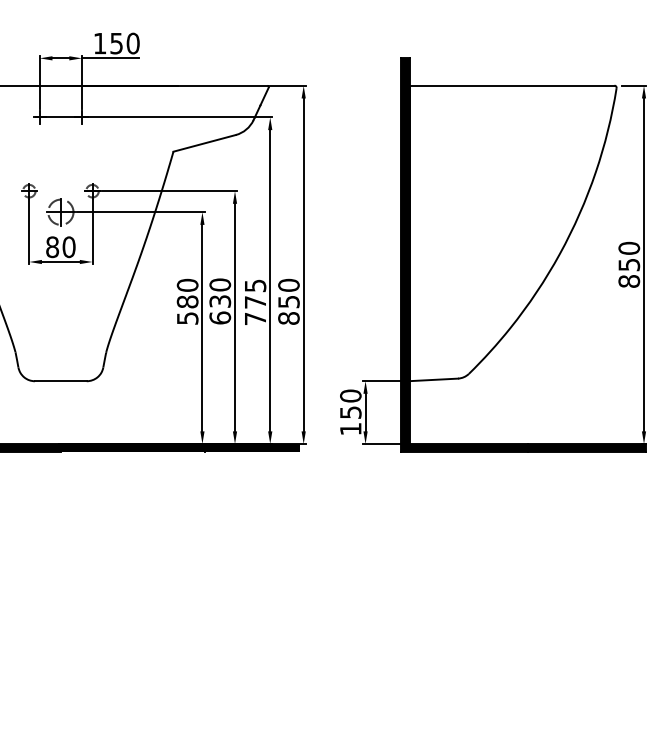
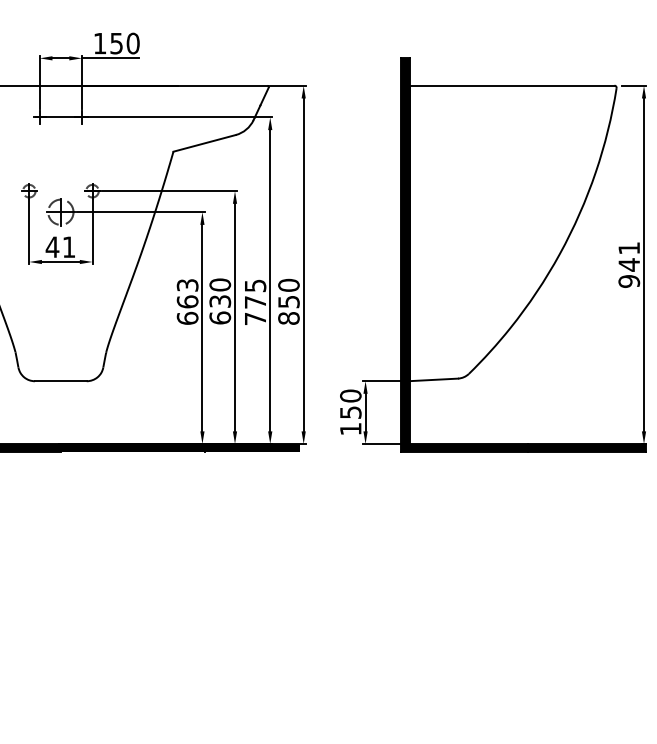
text at (60, 247): 80 -> 41
text at (629, 264): 850 -> 941
text at (187, 301): 580 -> 663
